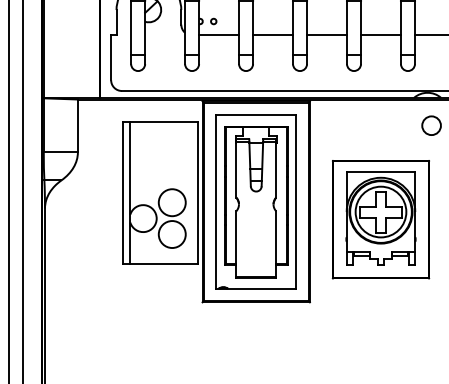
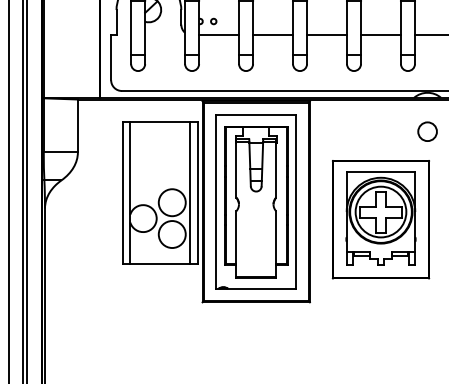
circle at (431, 125) position: (431, 125) -> (427, 131)
line at (27, 191): none -> present
line at (189, 192): none -> present
